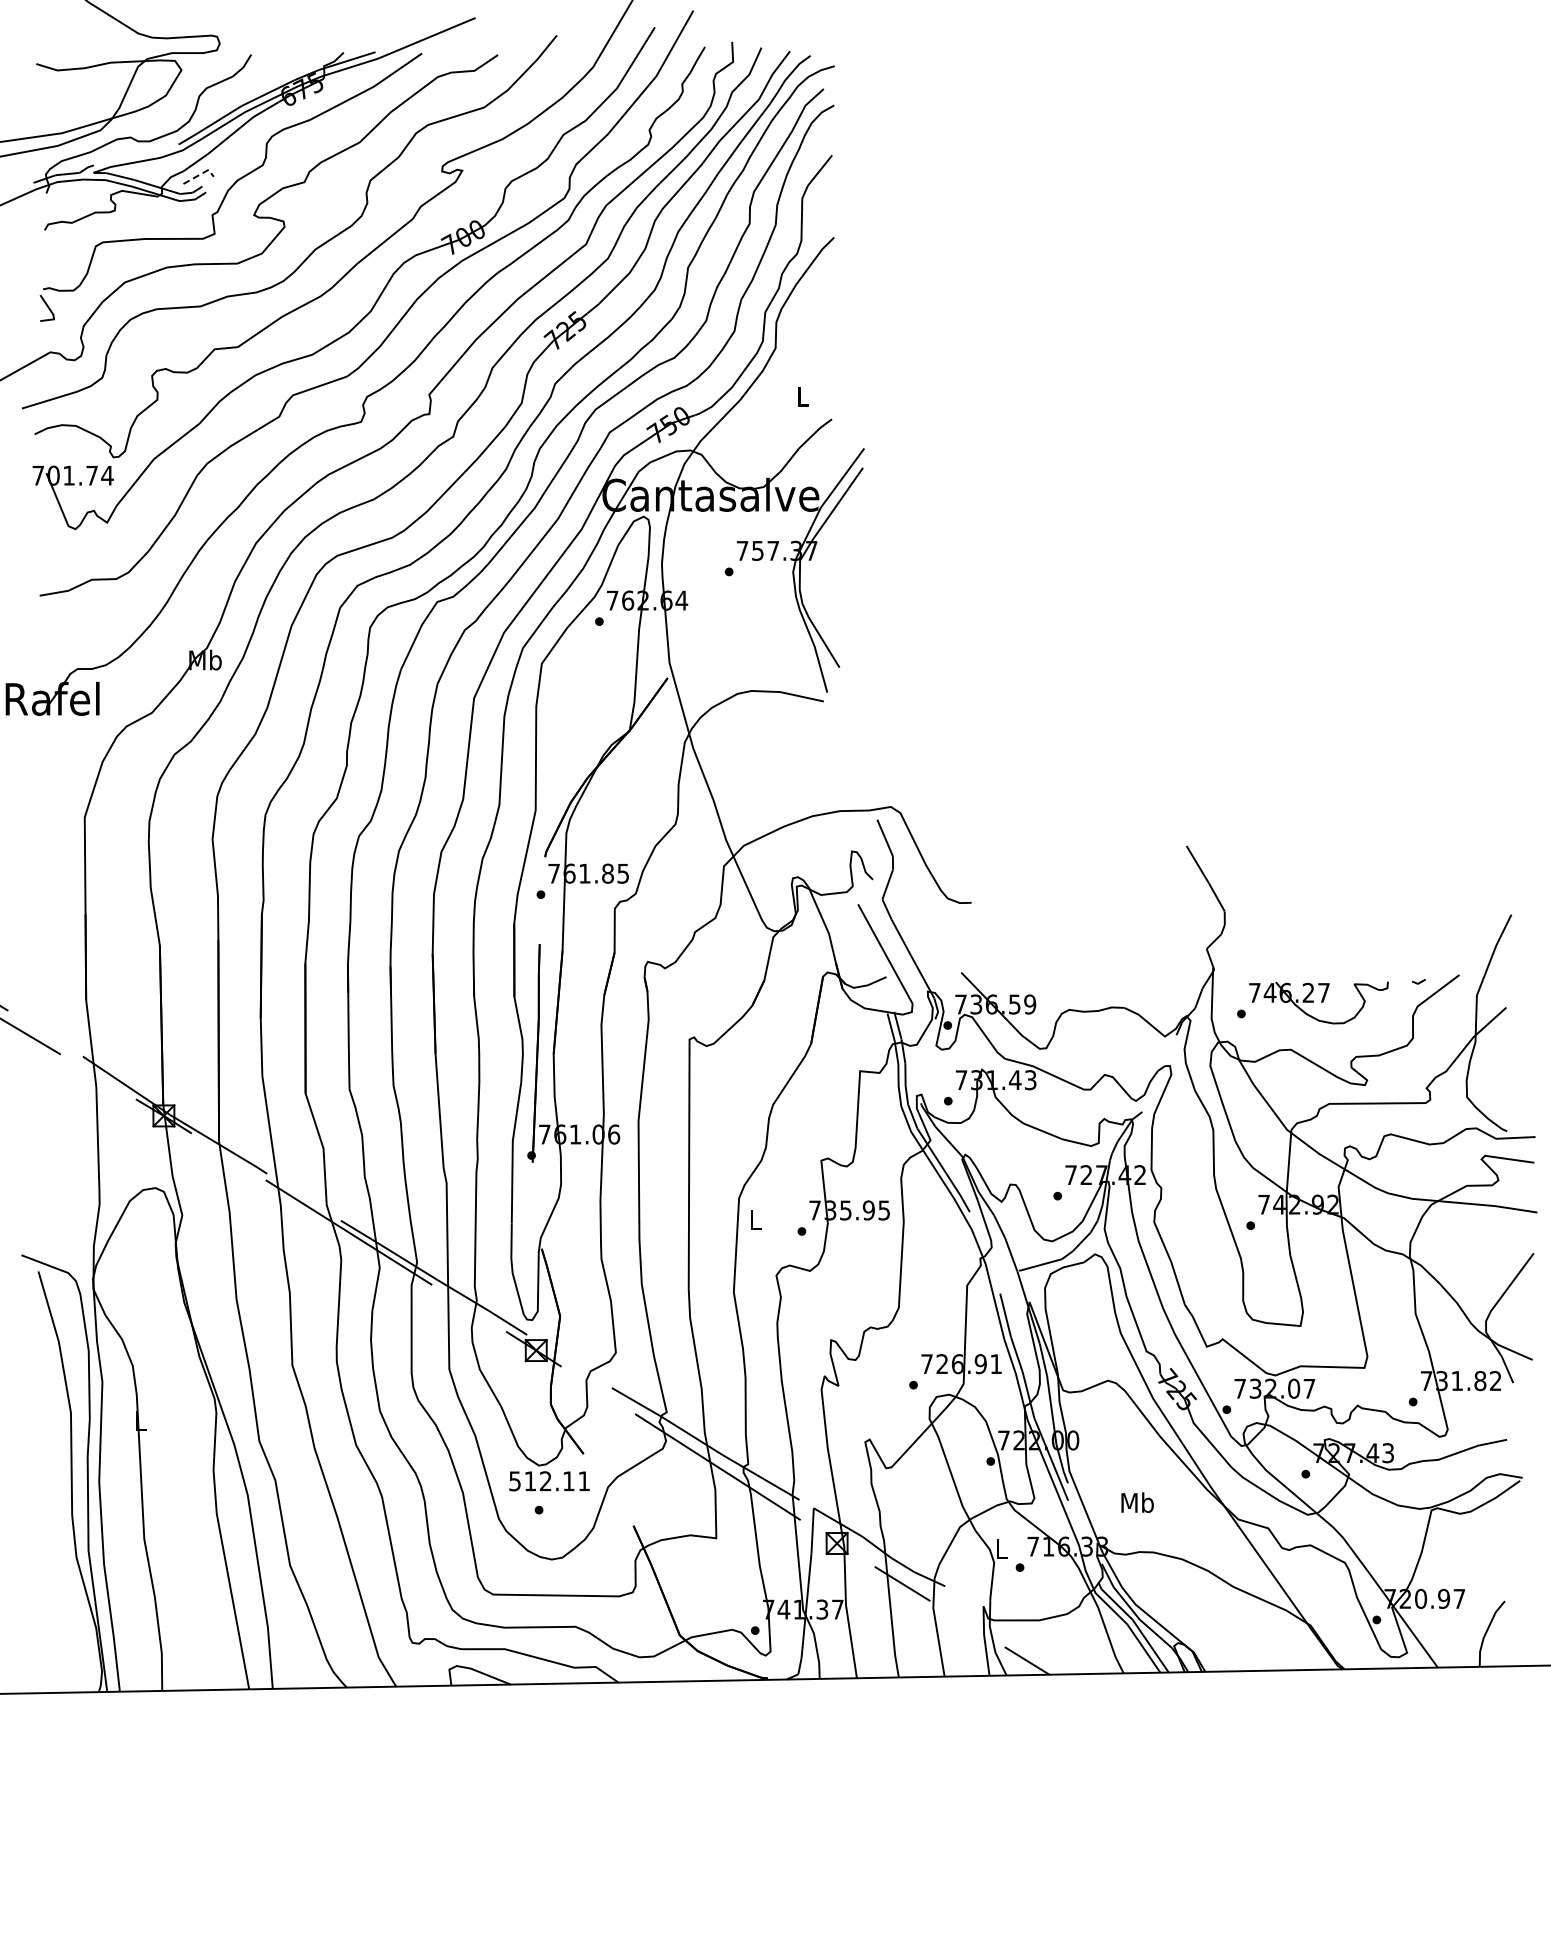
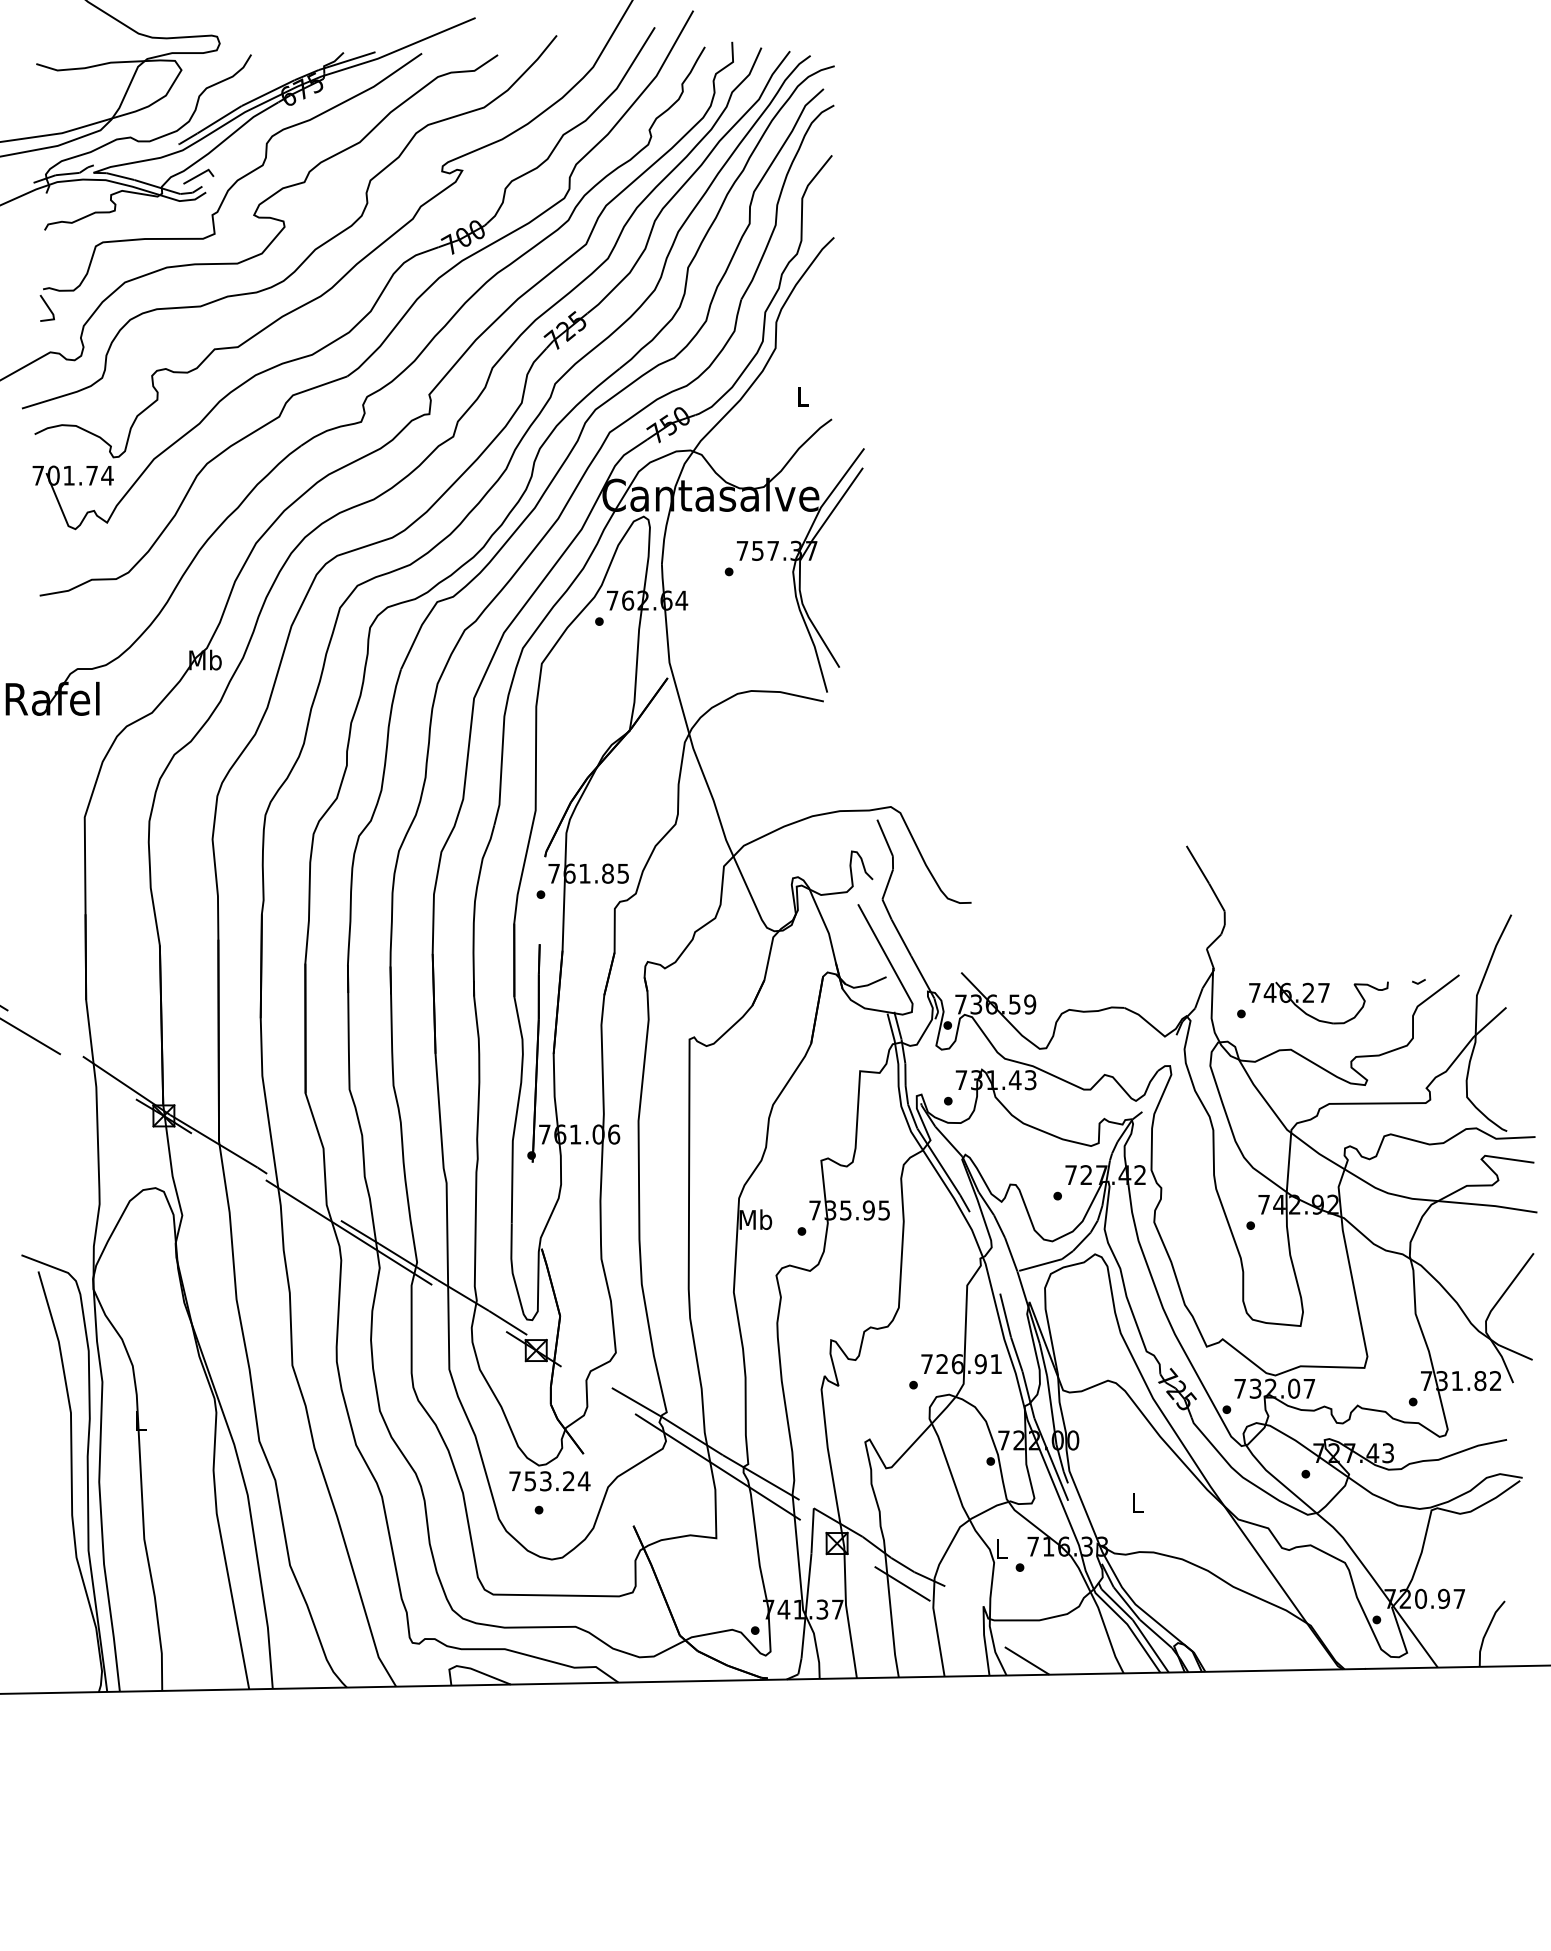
line at (200, 174): dashed -> solid
text at (755, 1219): L -> Mb
text at (549, 1481): 512.11 -> 753.24
text at (1137, 1502): Mb -> L
